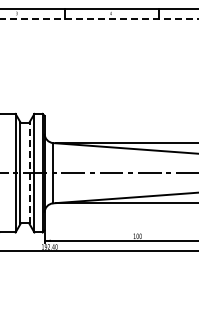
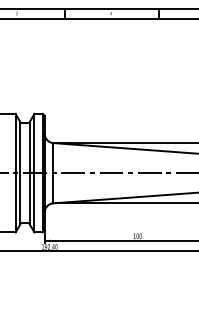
line at (99, 18): dashed -> solid
line at (29, 172): dashed -> solid
